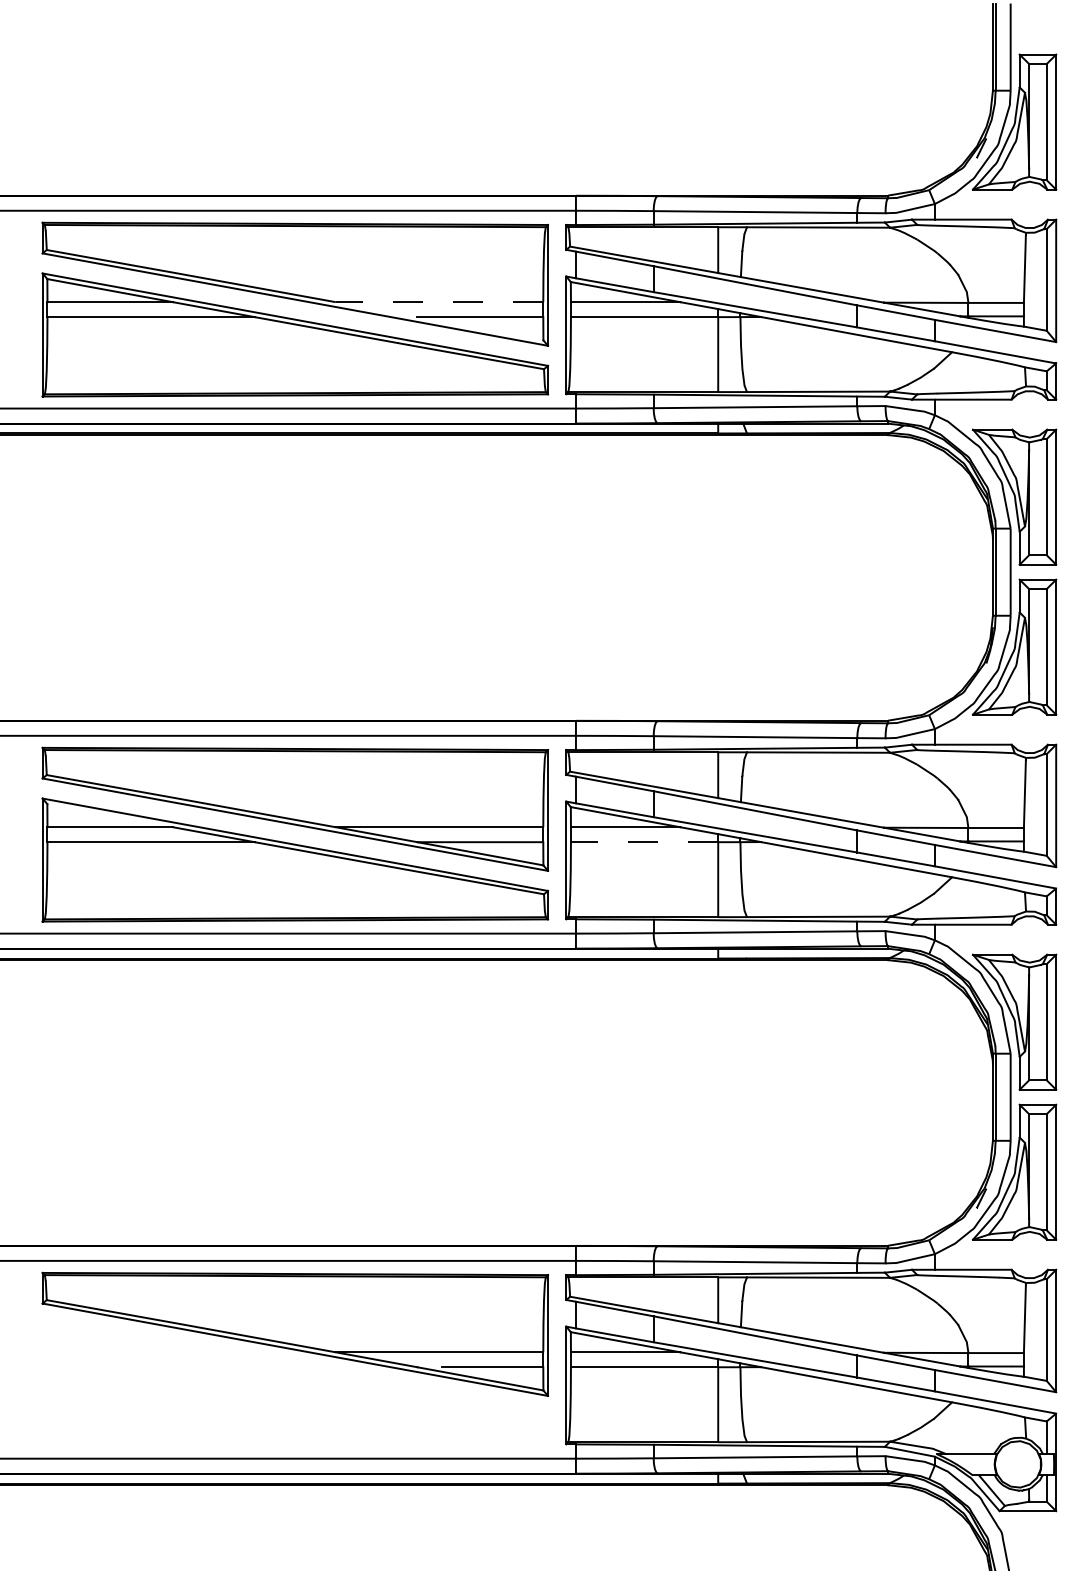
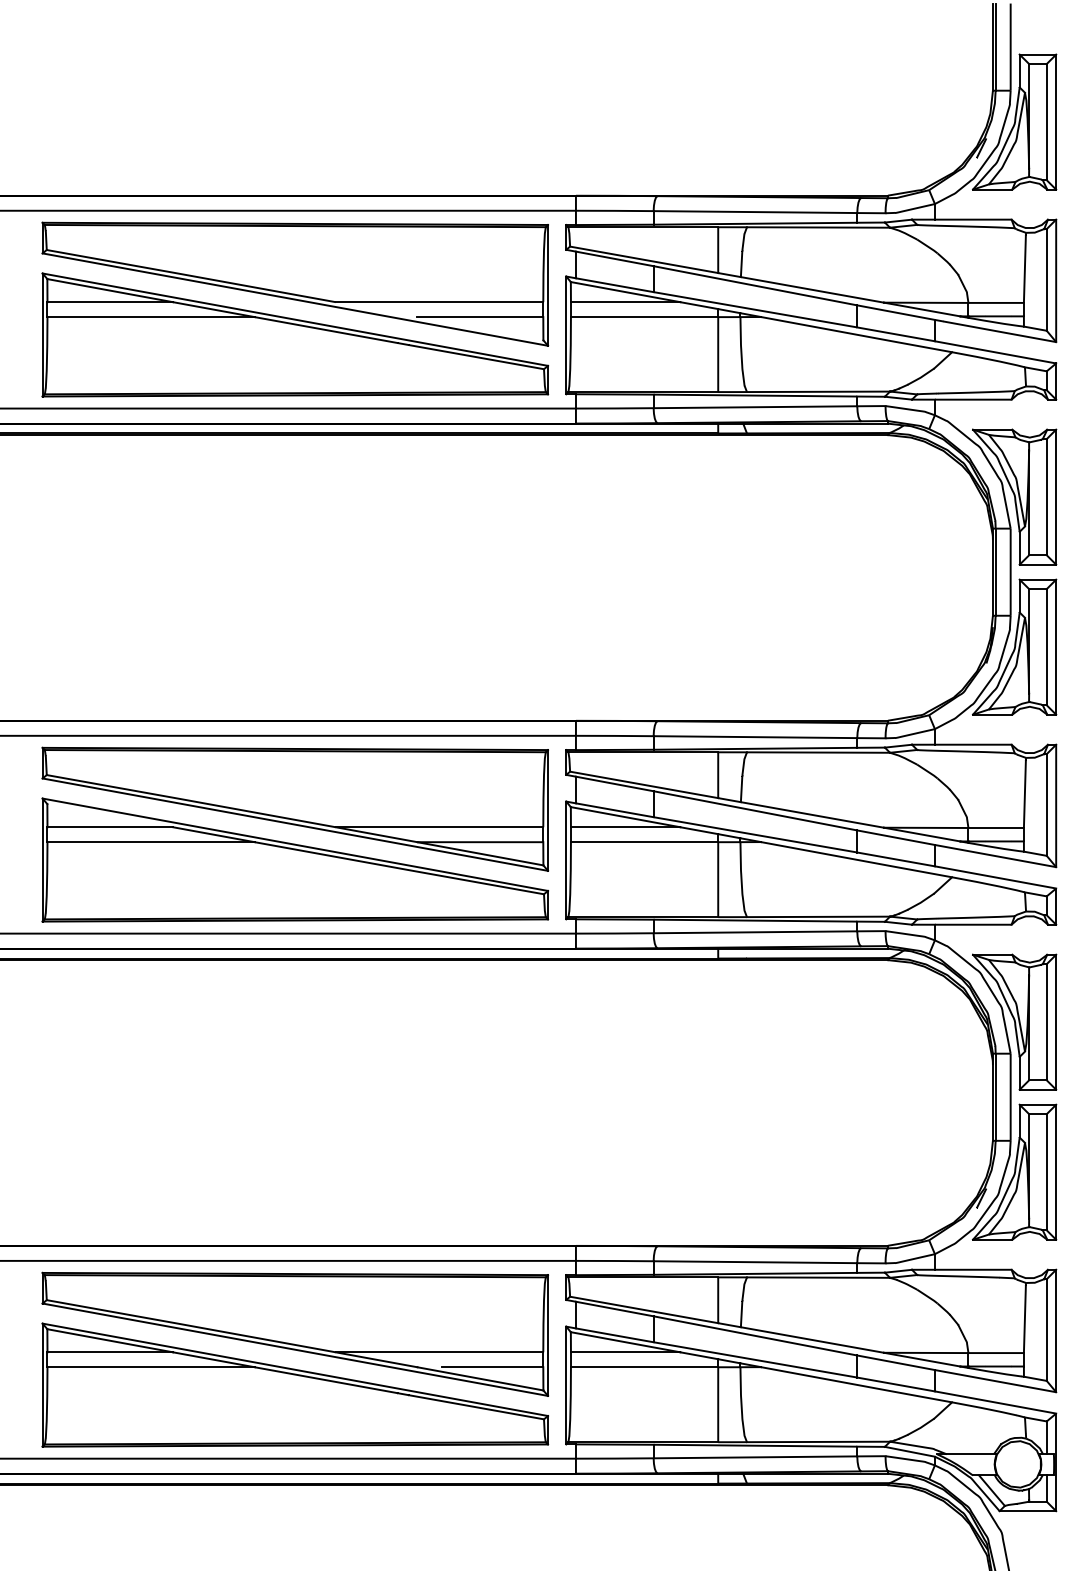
line at (439, 302): dashed -> solid
line at (644, 842): dashed -> solid
part at (295, 1384): none -> present
